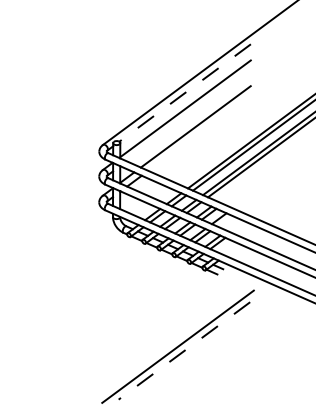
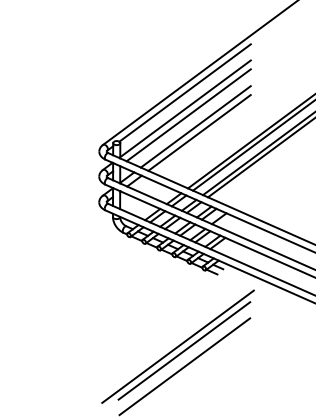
line at (185, 93): dashed -> solid
line at (188, 115): none -> present
line at (199, 132): none -> present
line at (184, 350): dashed -> solid
line at (185, 365): none -> present
